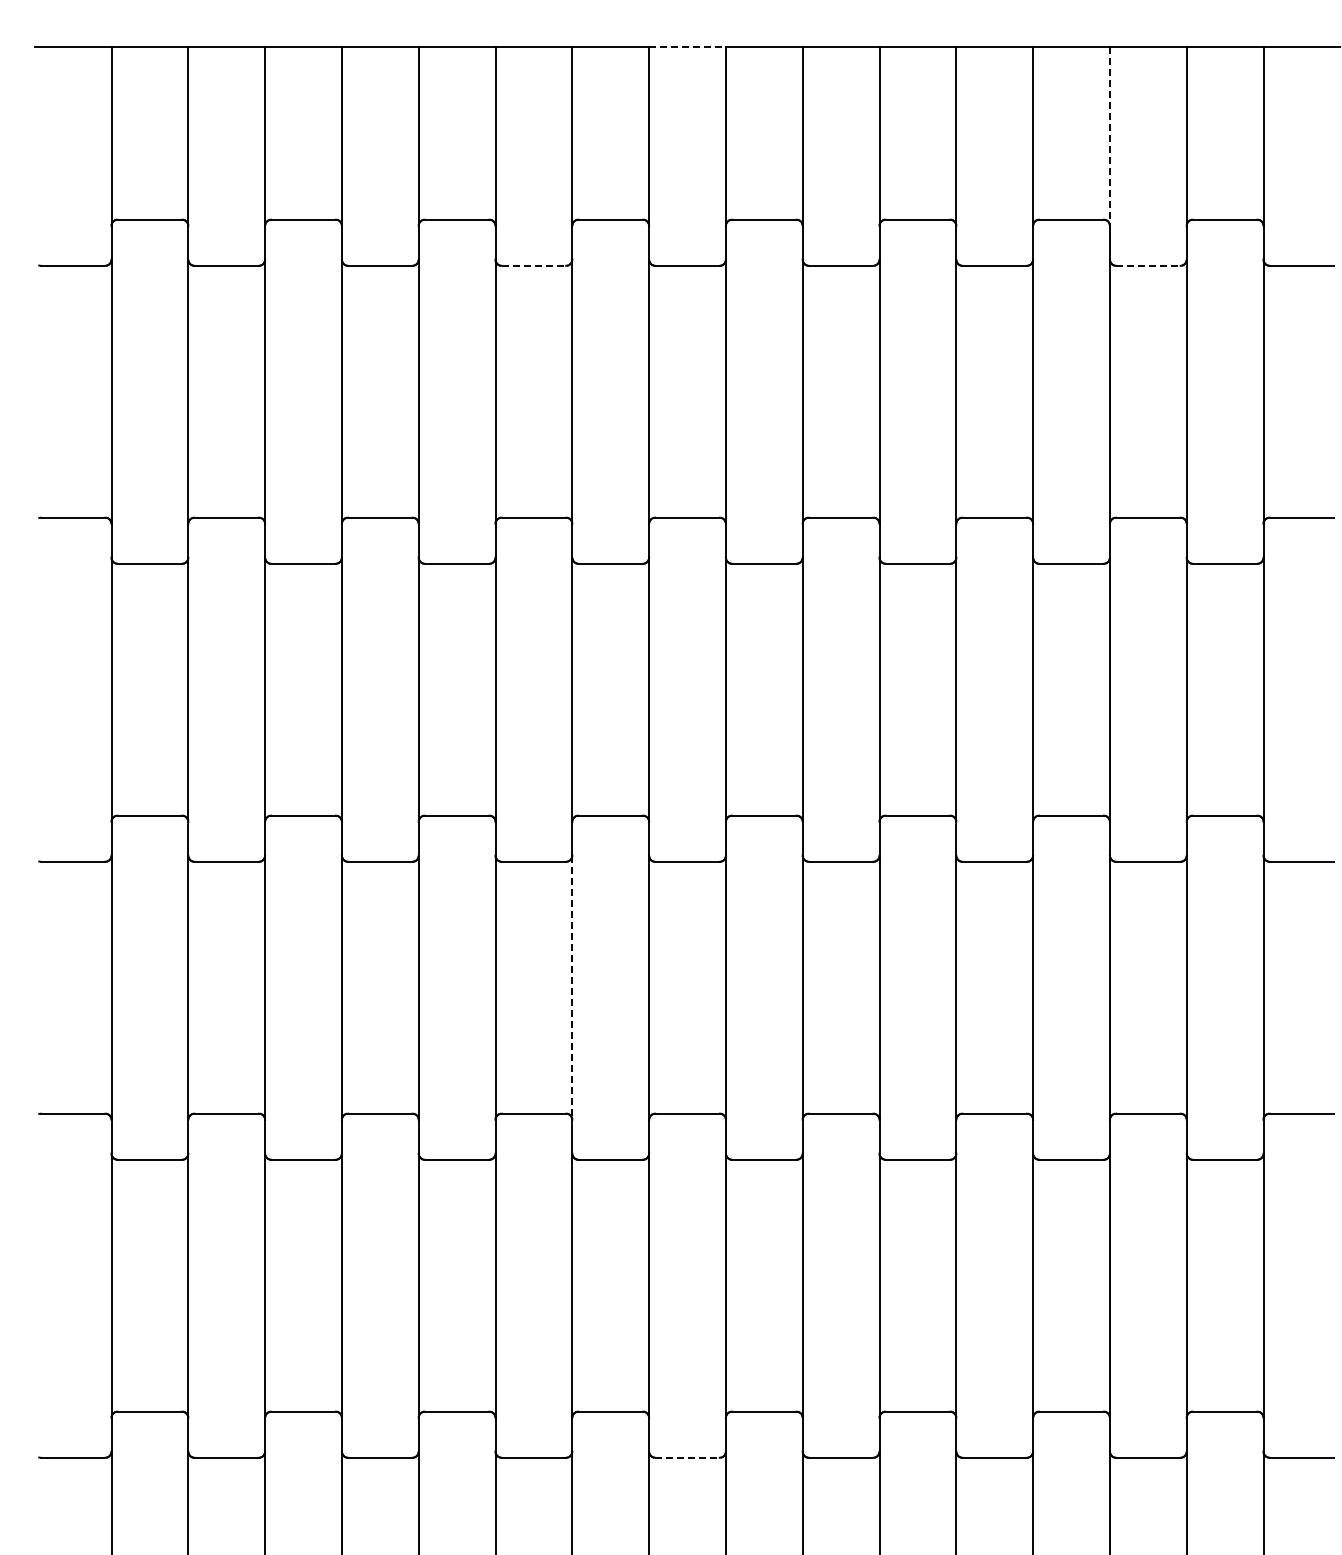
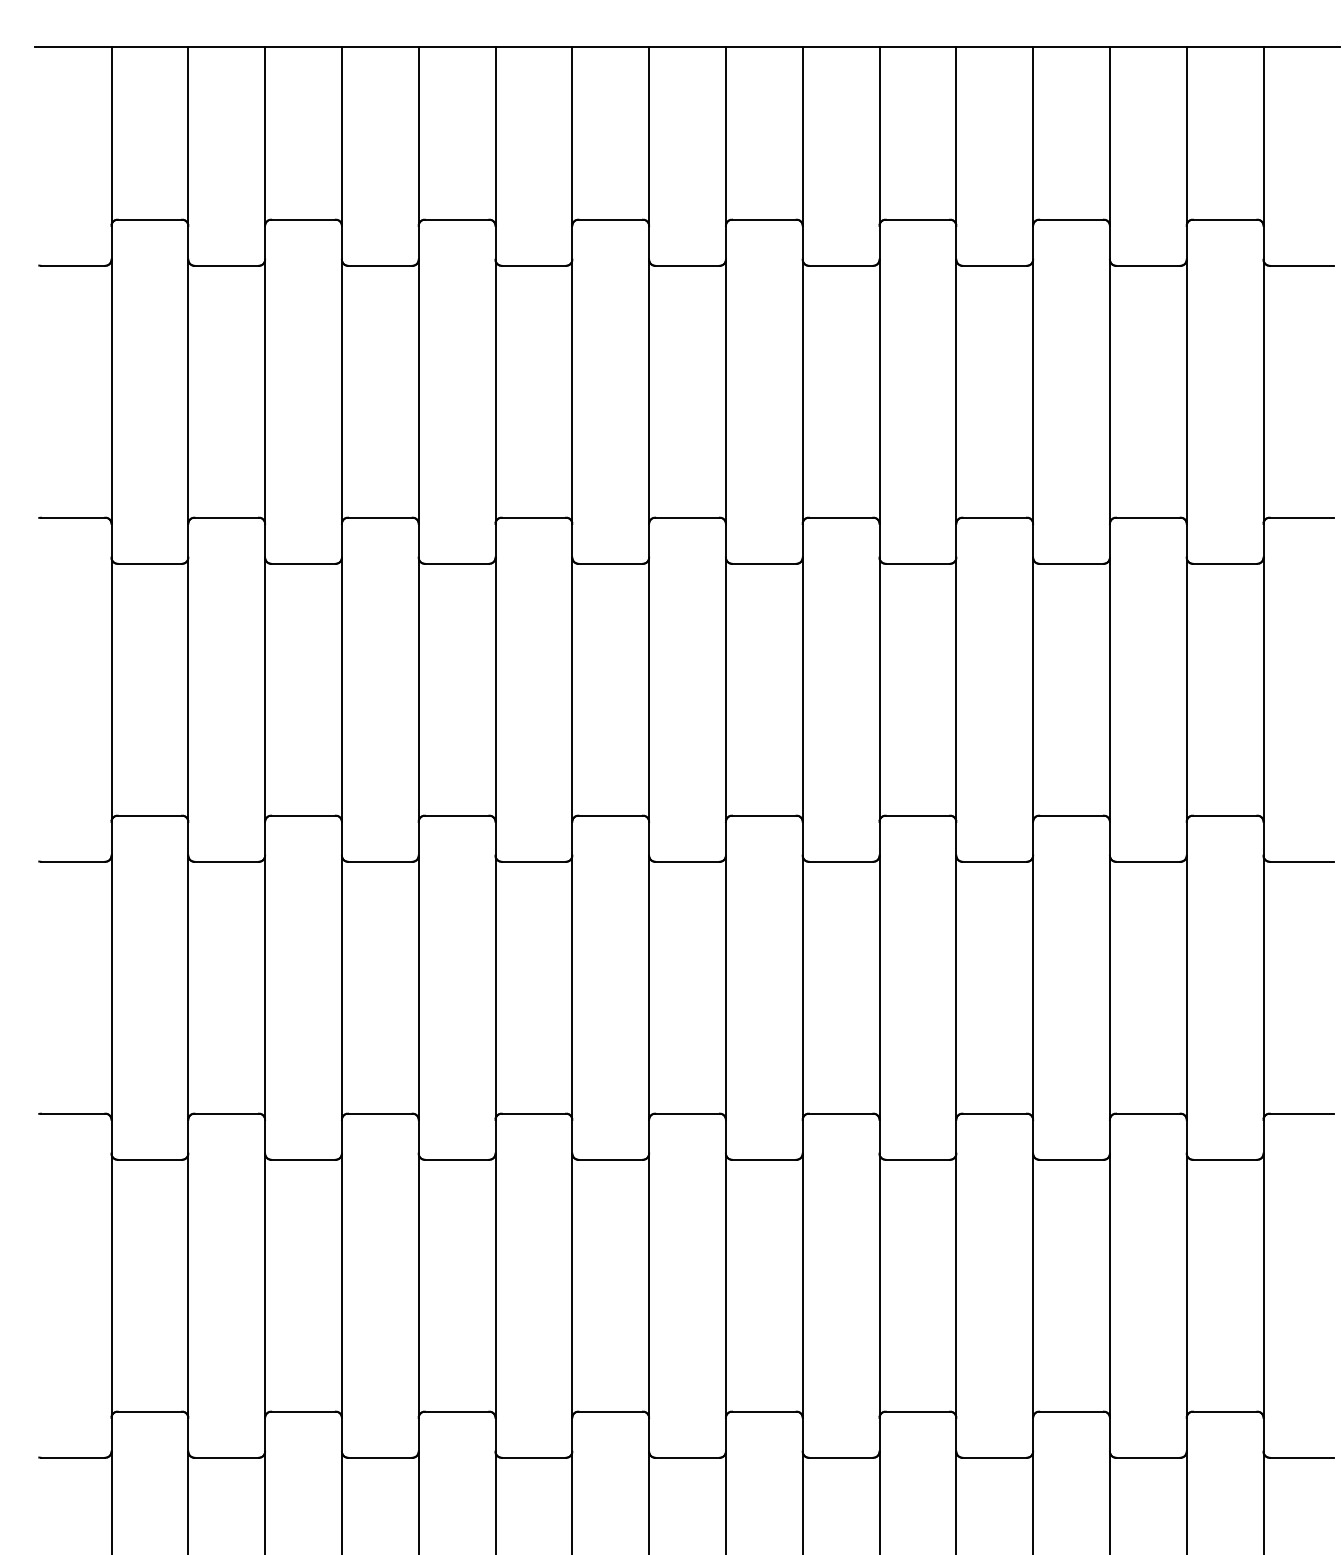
line at (688, 46): dashed -> solid
line at (1109, 136): dashed -> solid
line at (534, 265): dashed -> solid
line at (1148, 265): dashed -> solid
line at (572, 988): dashed -> solid
line at (688, 1457): dashed -> solid
